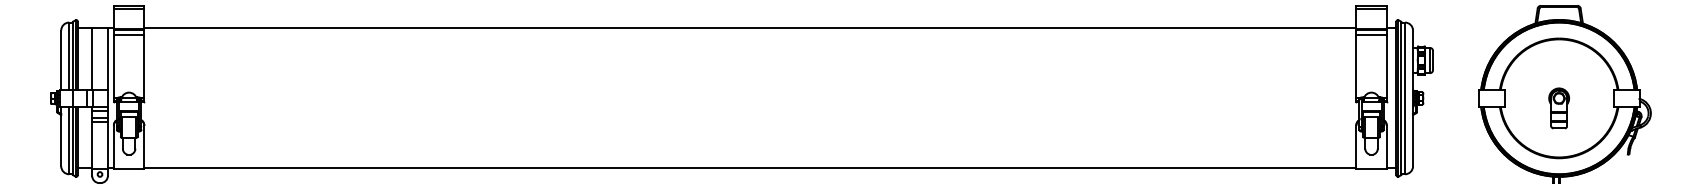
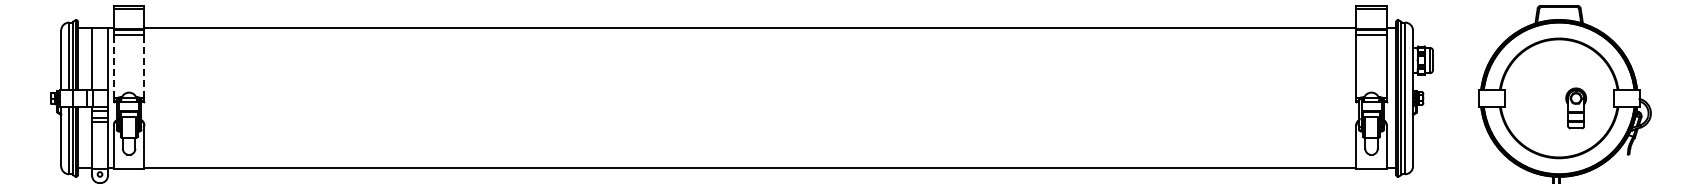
line at (144, 66): solid -> dashed
line at (113, 67): solid -> dashed
part at (1558, 108) position: (1558, 108) -> (1575, 108)
